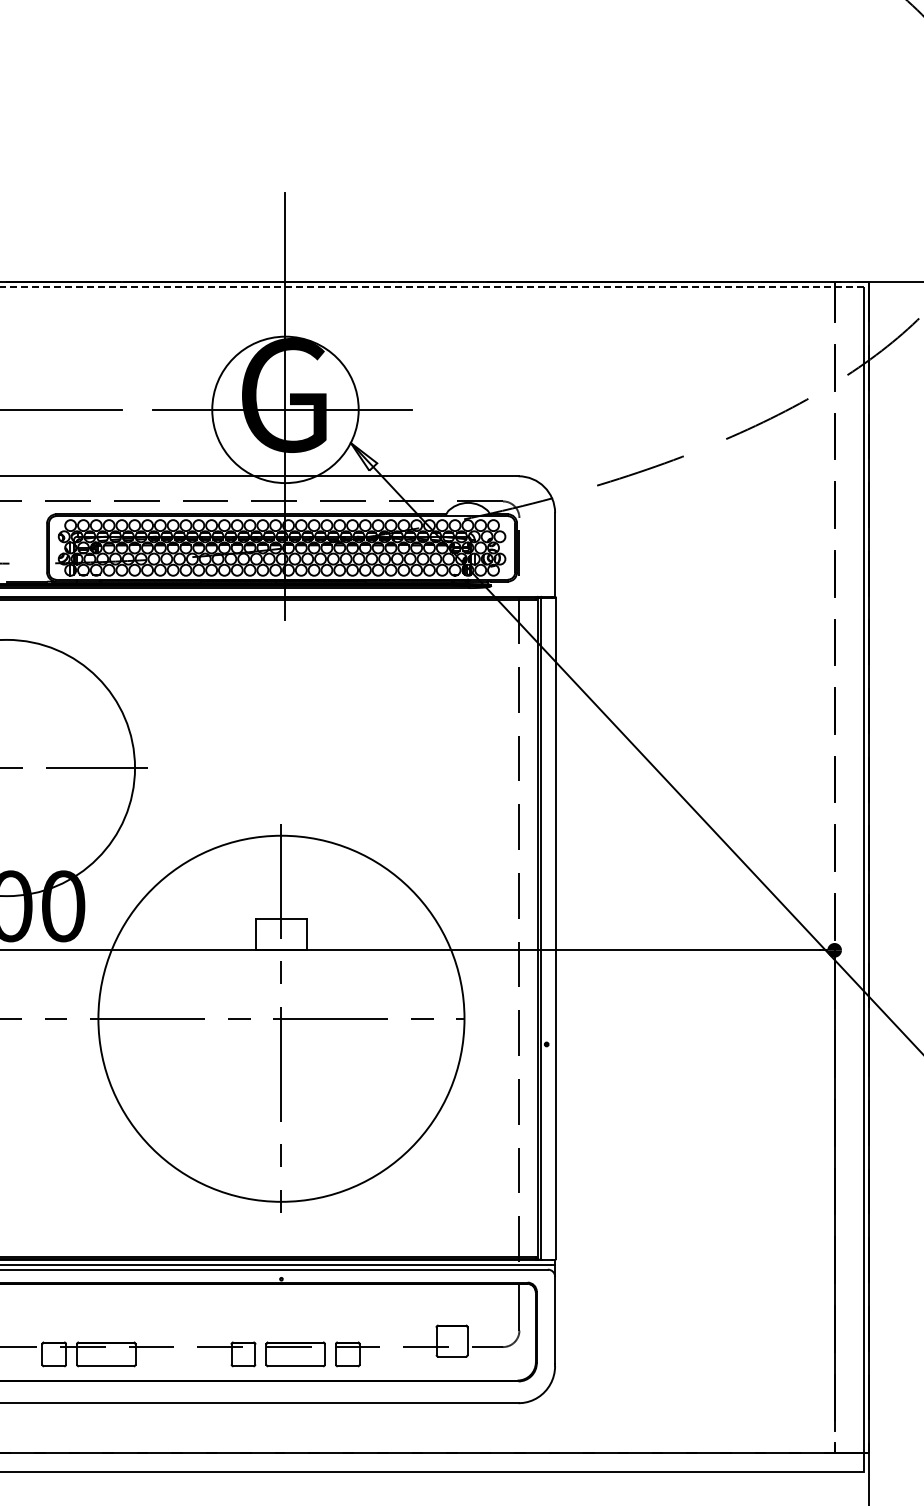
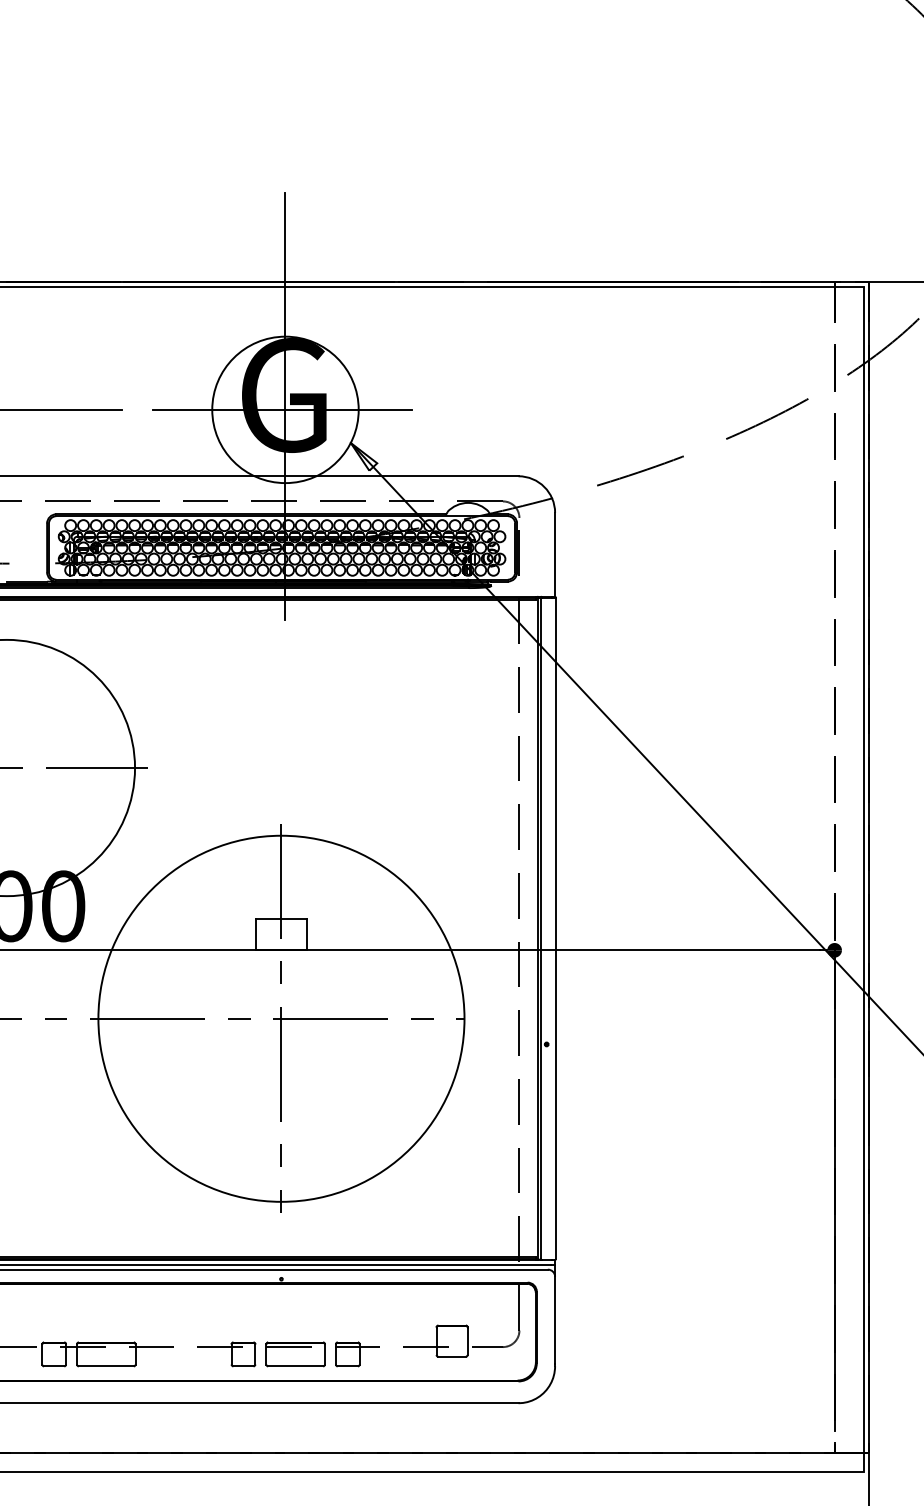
line at (432, 287): dashed -> solid
